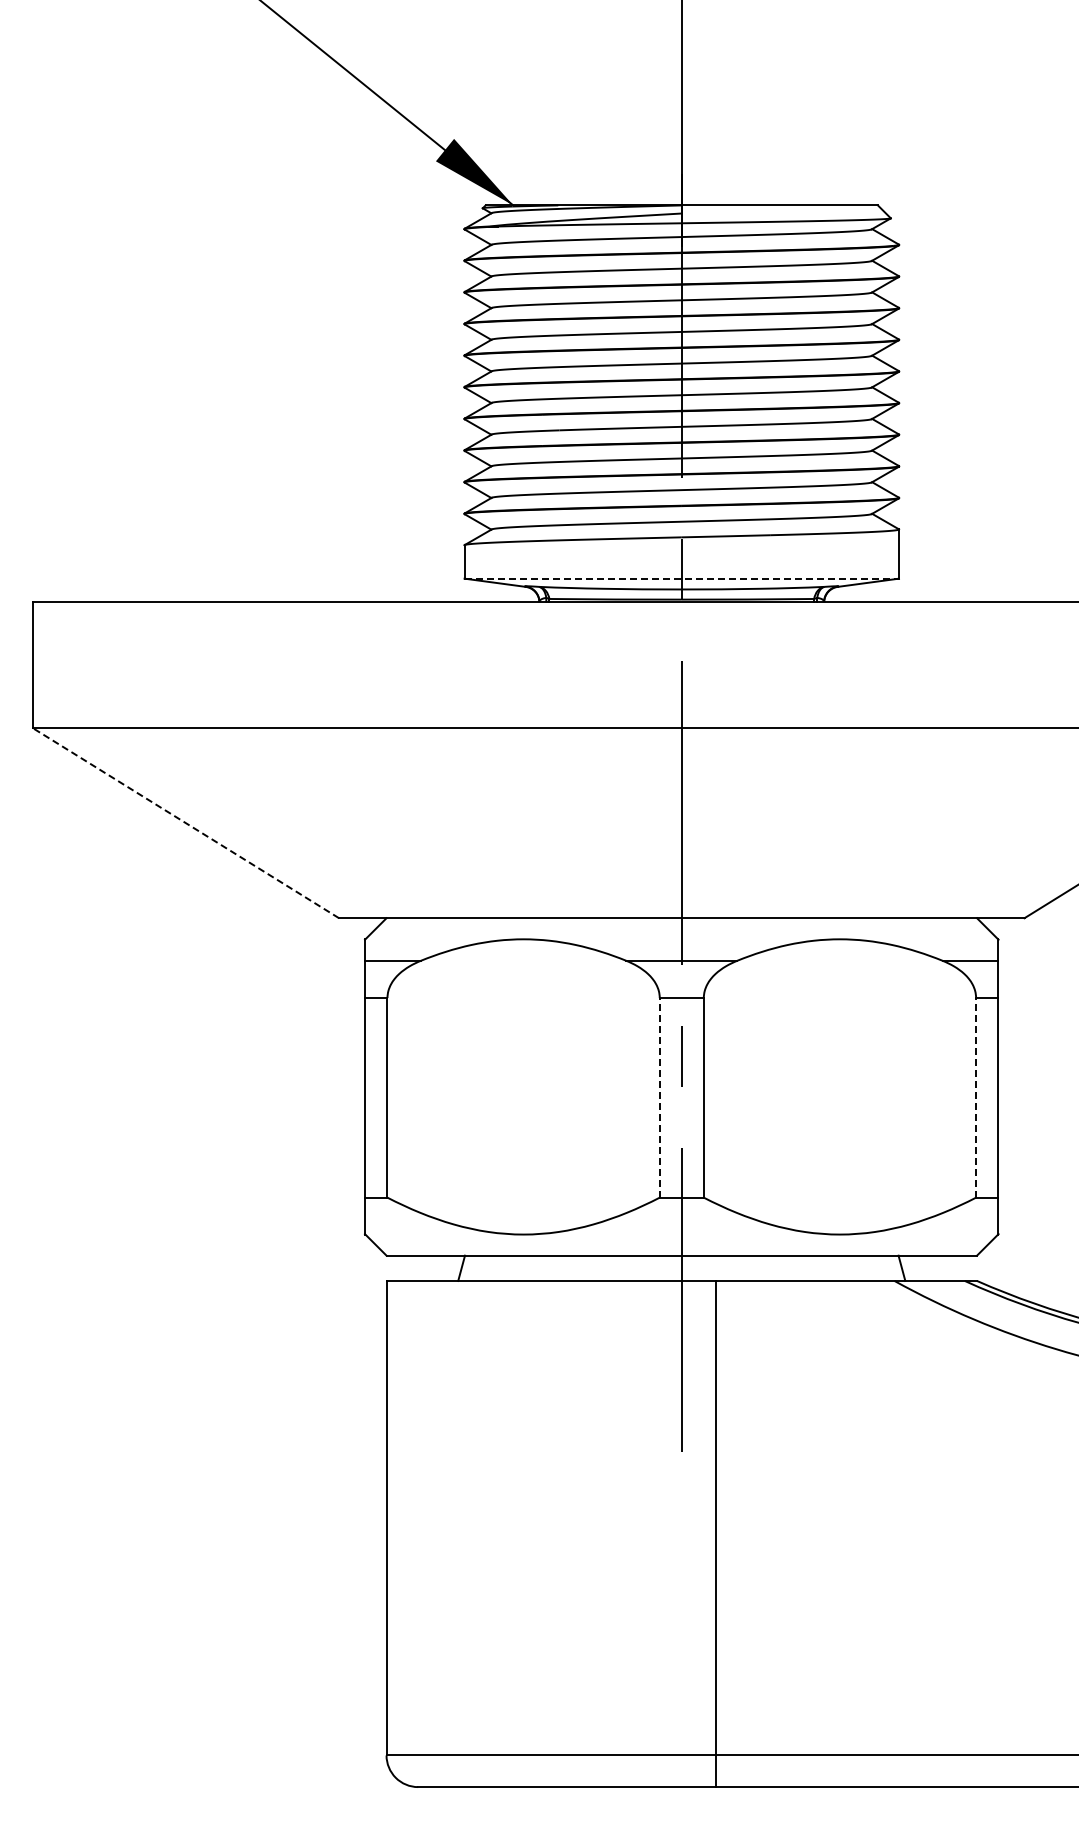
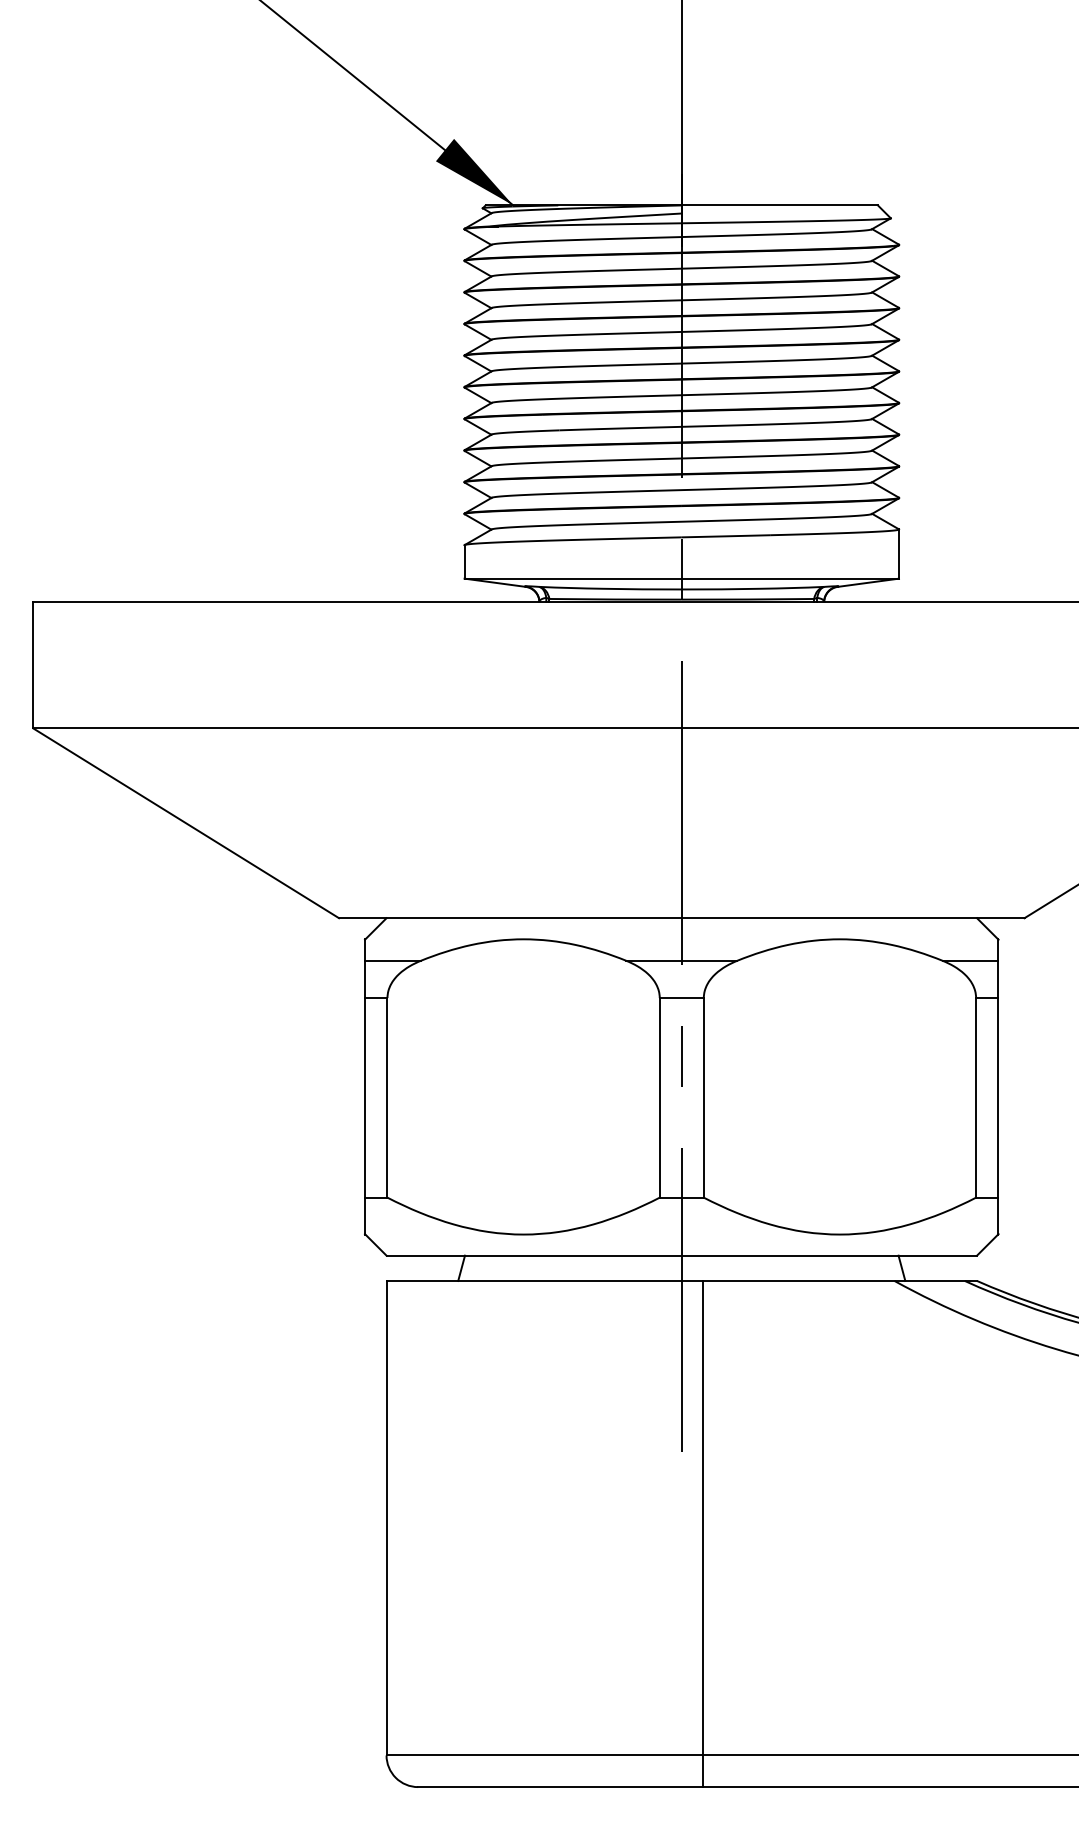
line at (682, 578): dashed -> solid
line at (186, 823): dashed -> solid
line at (659, 1097): dashed -> solid
line at (976, 1097): dashed -> solid
line at (715, 1533) position: (715, 1533) -> (702, 1533)
